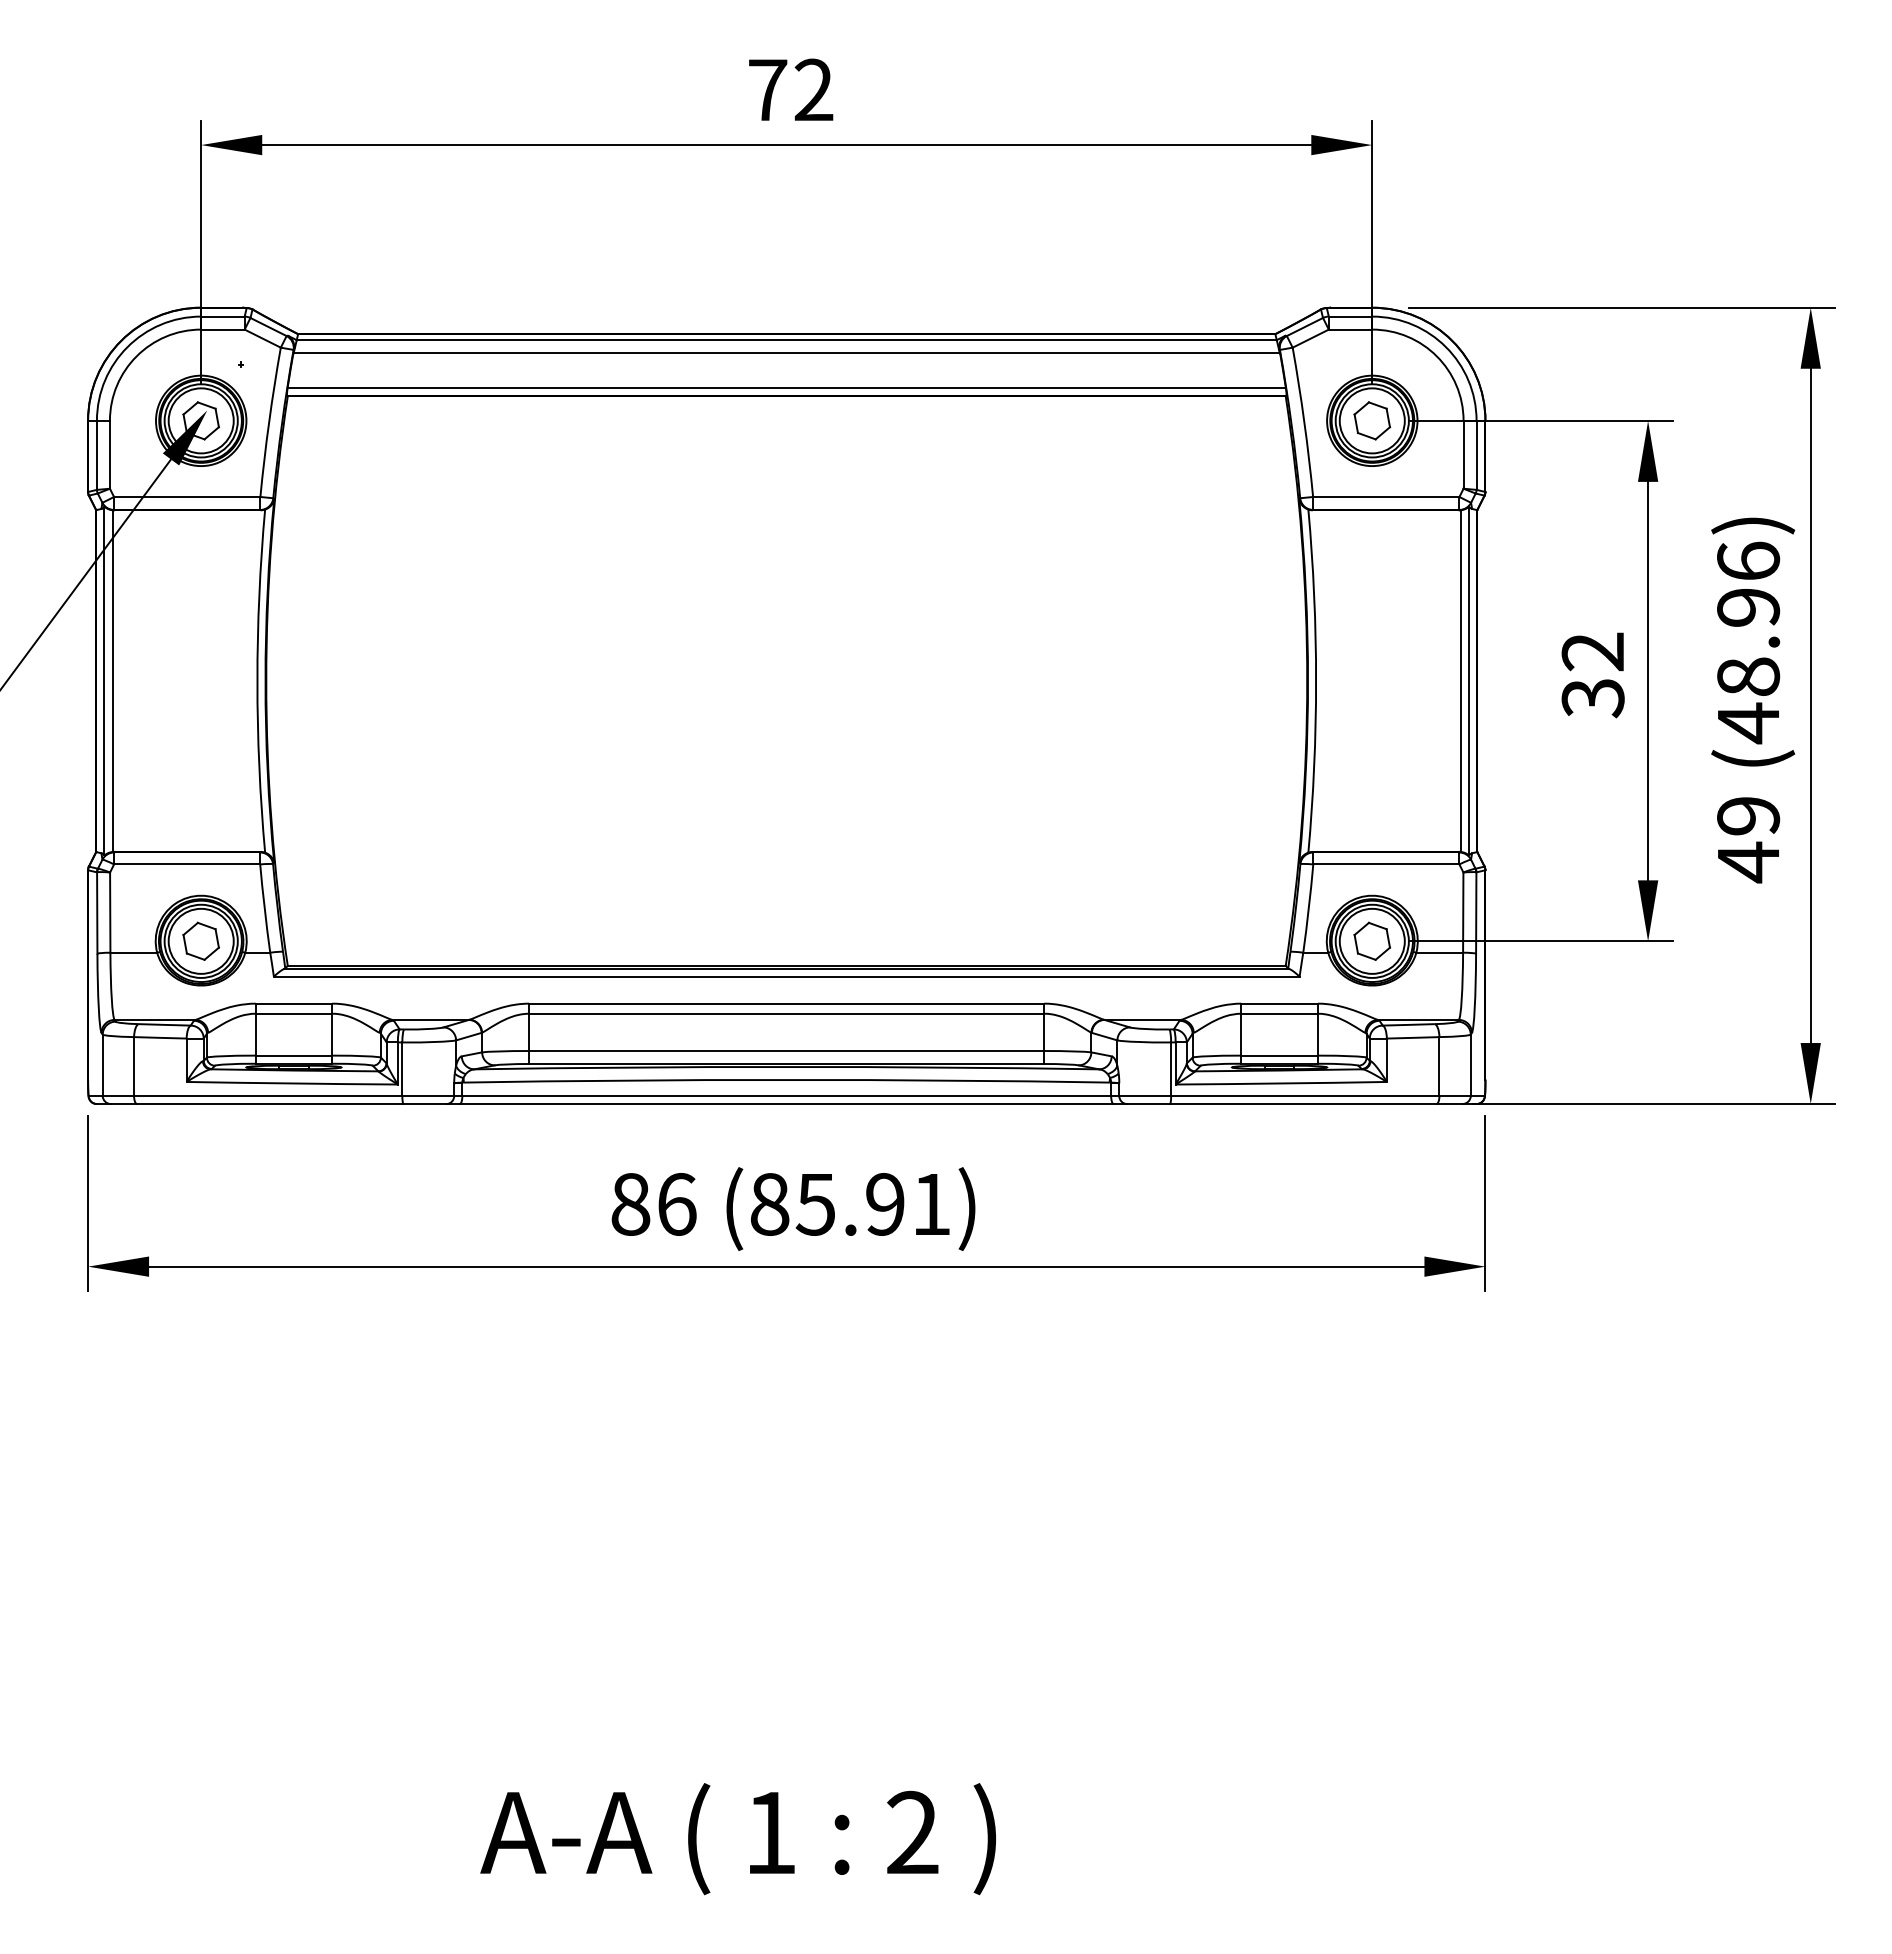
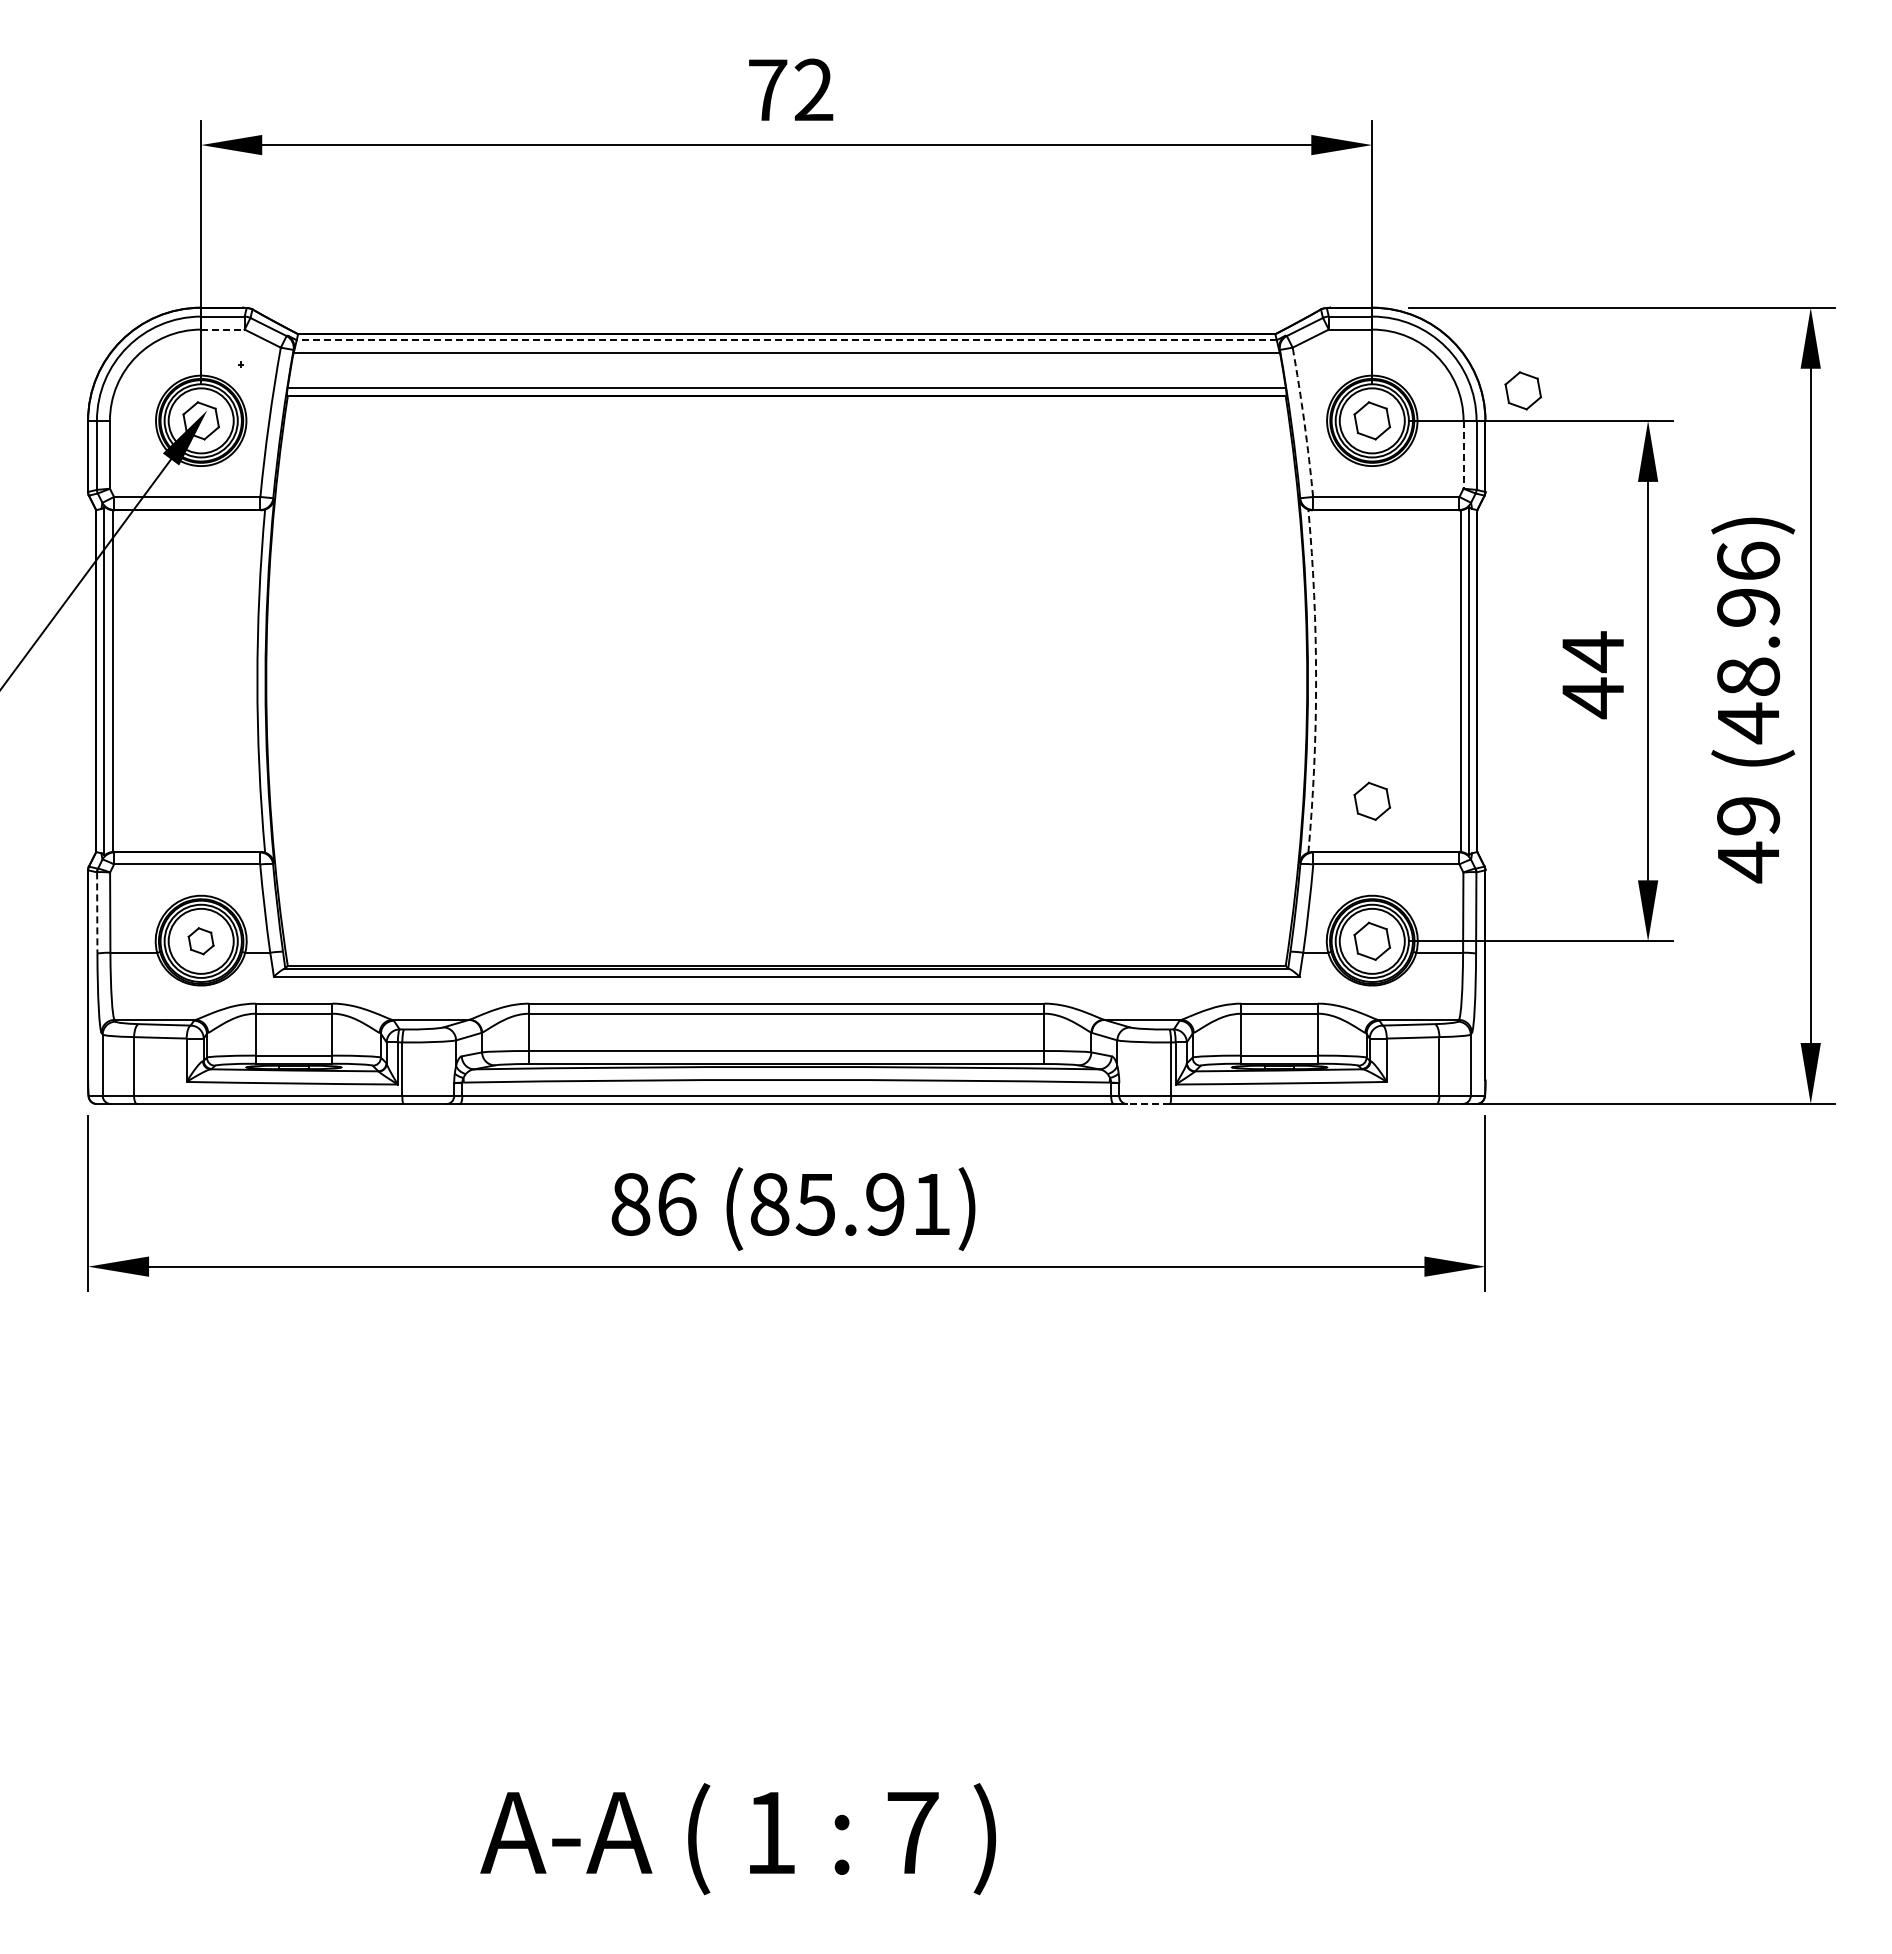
line at (222, 329): solid -> dashed
line at (786, 340): solid -> dashed
part at (1523, 390): none -> present
arc at (1304, 422): solid -> dashed
line at (1463, 454): solid -> dashed
text at (1592, 675): 32 -> 44
arc at (1316, 681): solid -> dashed
part at (1371, 800): none -> present
line at (97, 913): solid -> dashed
part at (200, 940) size: 38x40 px -> 28x29 px
line at (1148, 1104): solid -> dashed
text at (912, 1831): 2 -> 7
